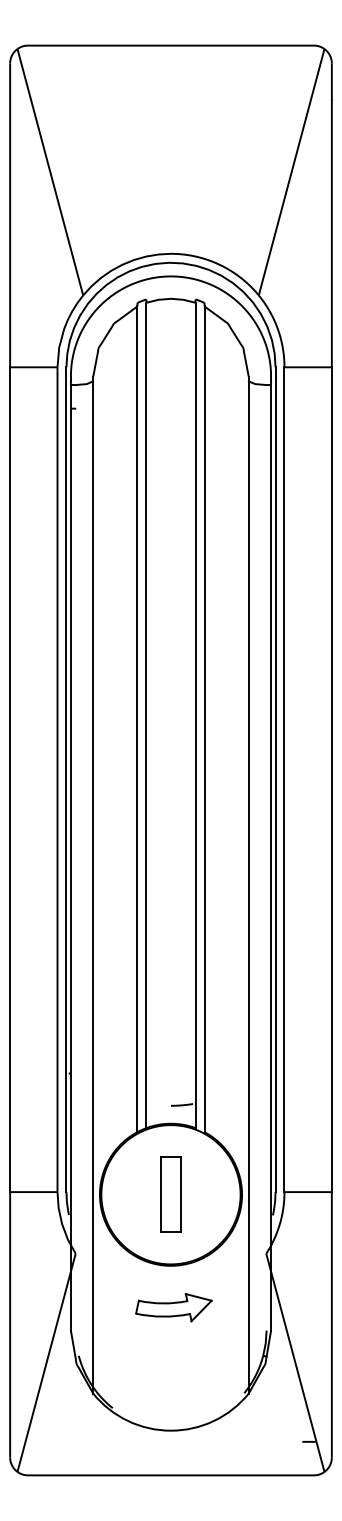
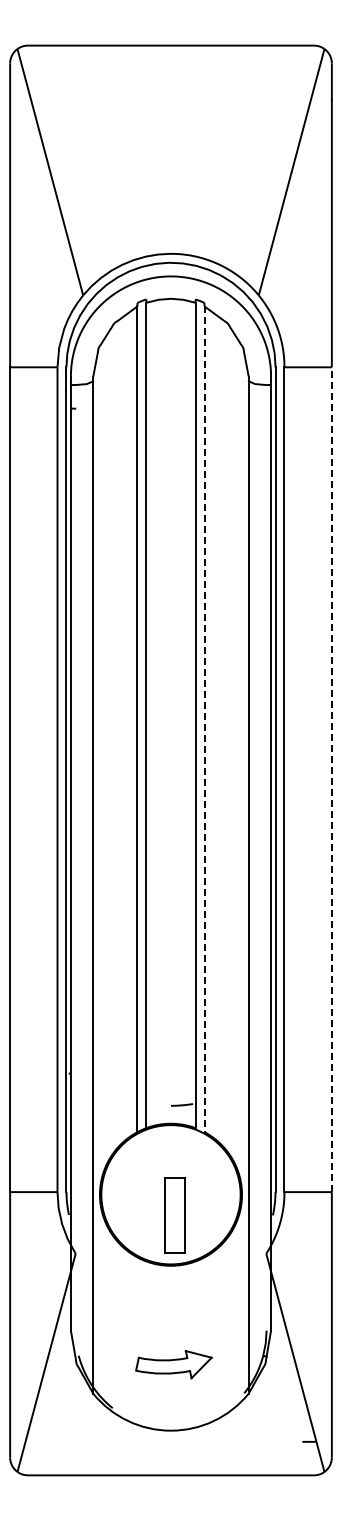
line at (204, 719): solid -> dashed
line at (331, 779): solid -> dashed
part at (170, 1194) position: (170, 1194) -> (174, 1215)
part at (173, 1307) position: (173, 1307) -> (173, 1364)
